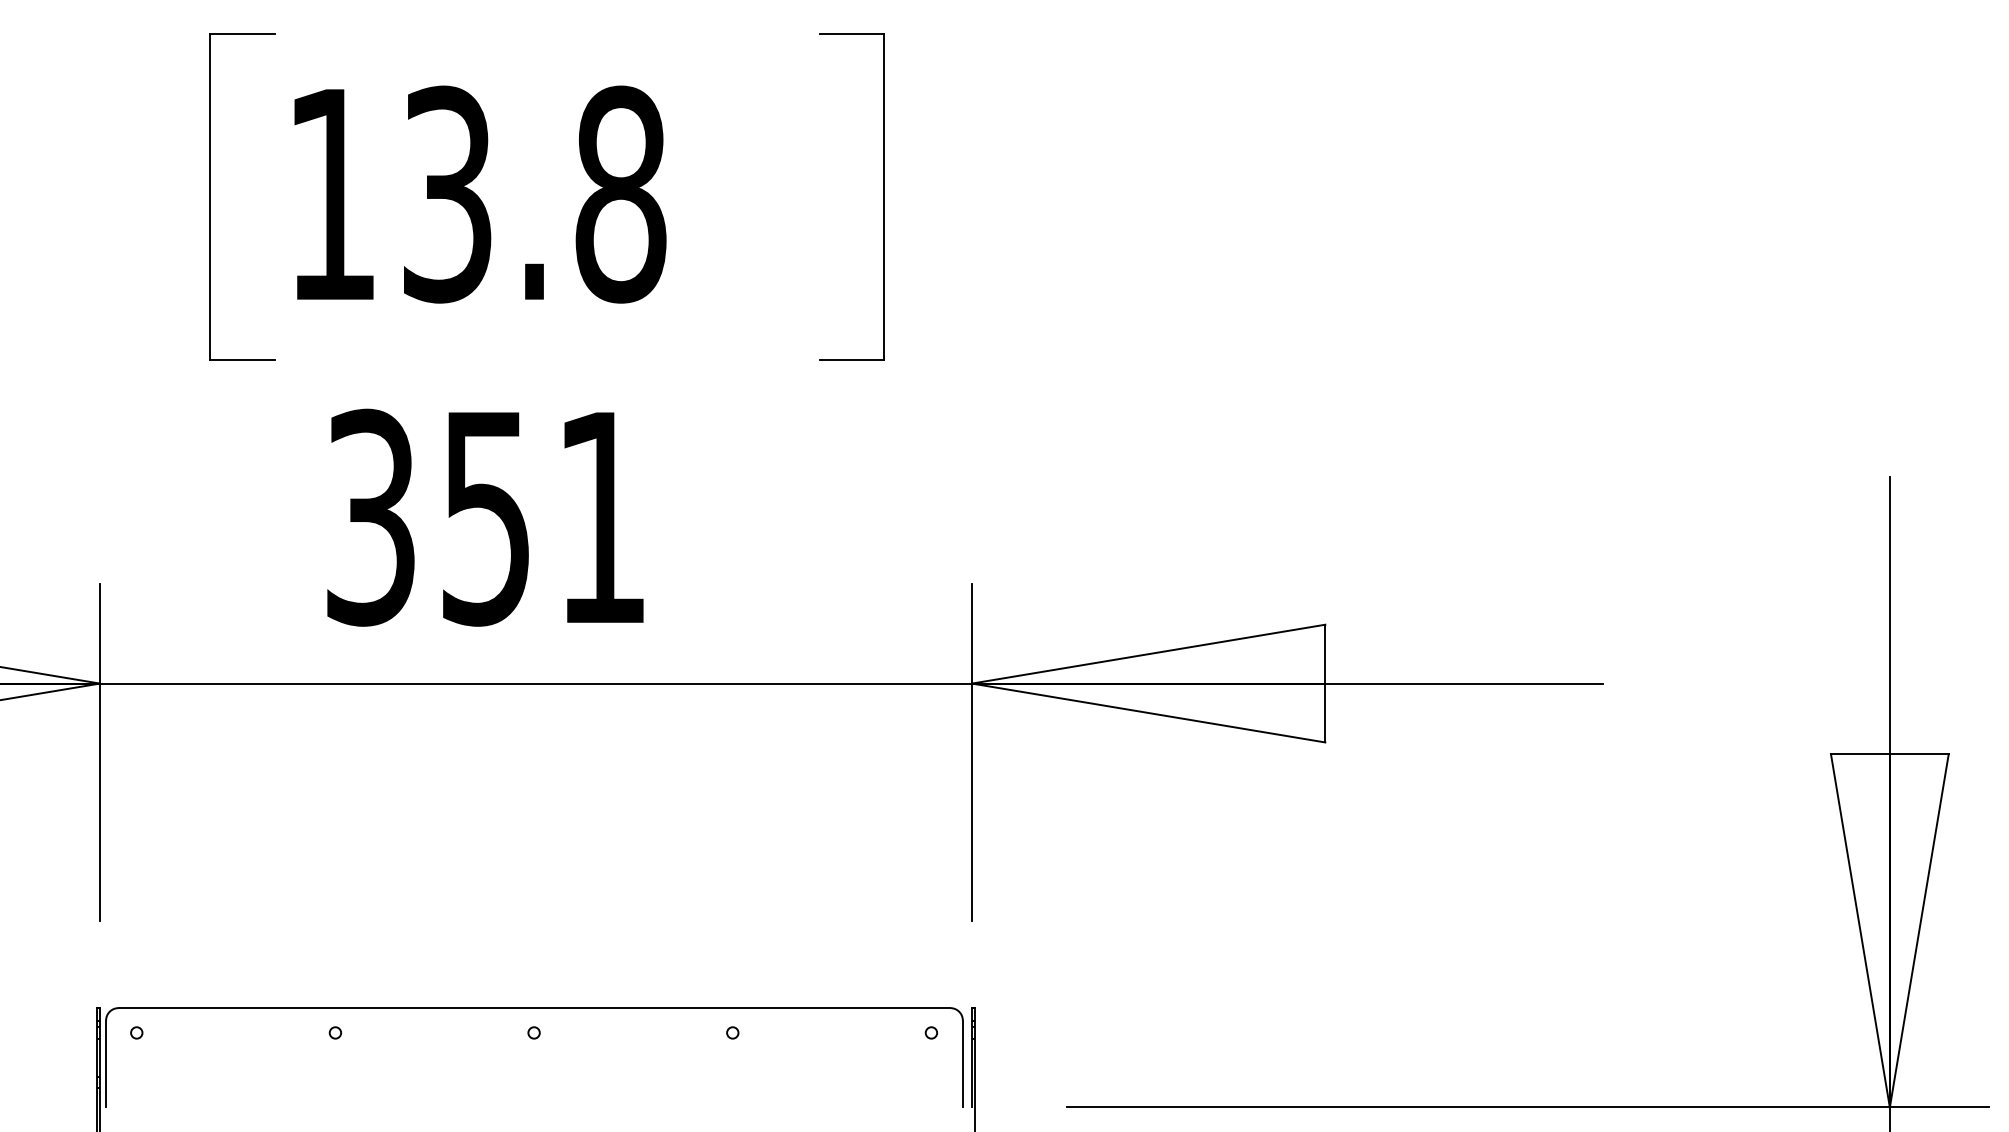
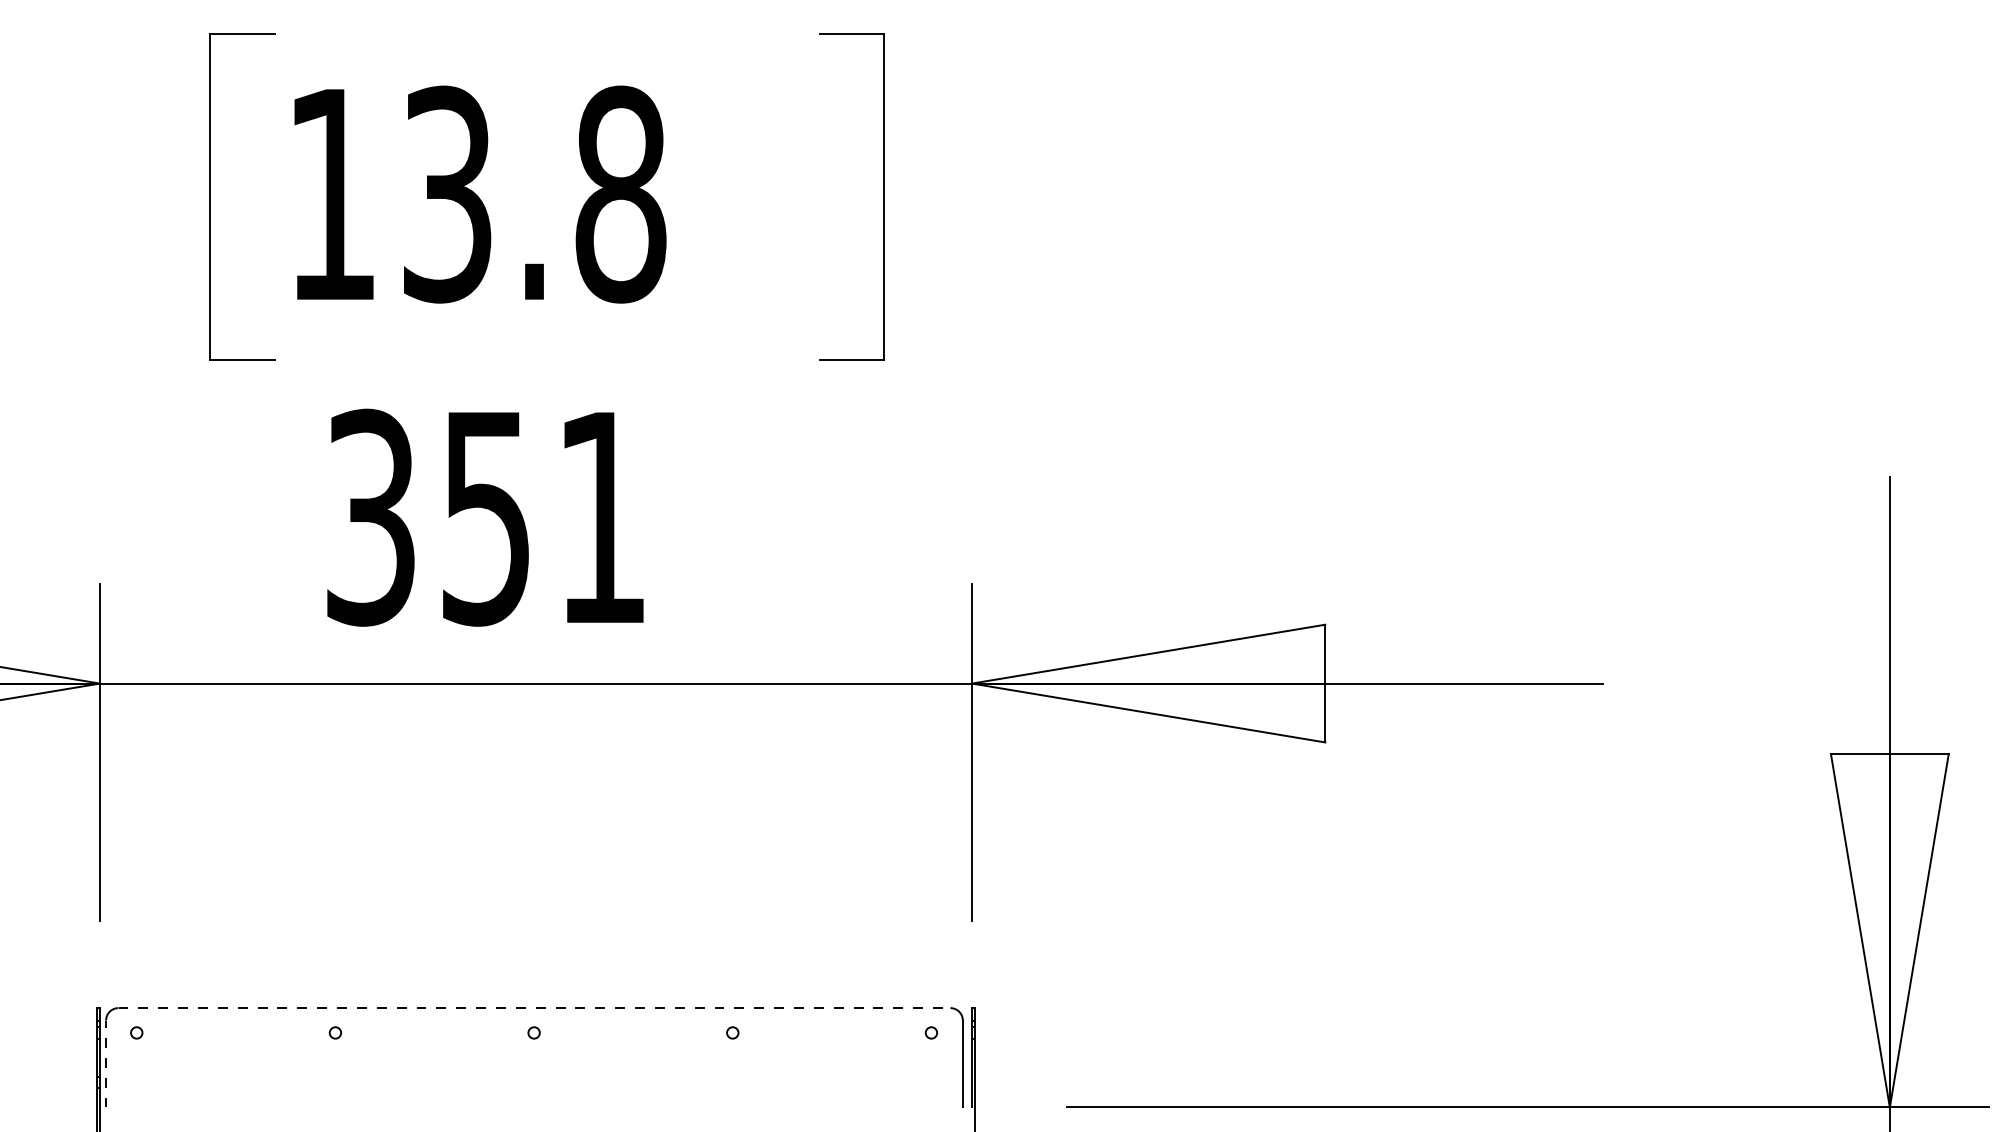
line at (534, 1008): solid -> dashed
line at (106, 1063): solid -> dashed
